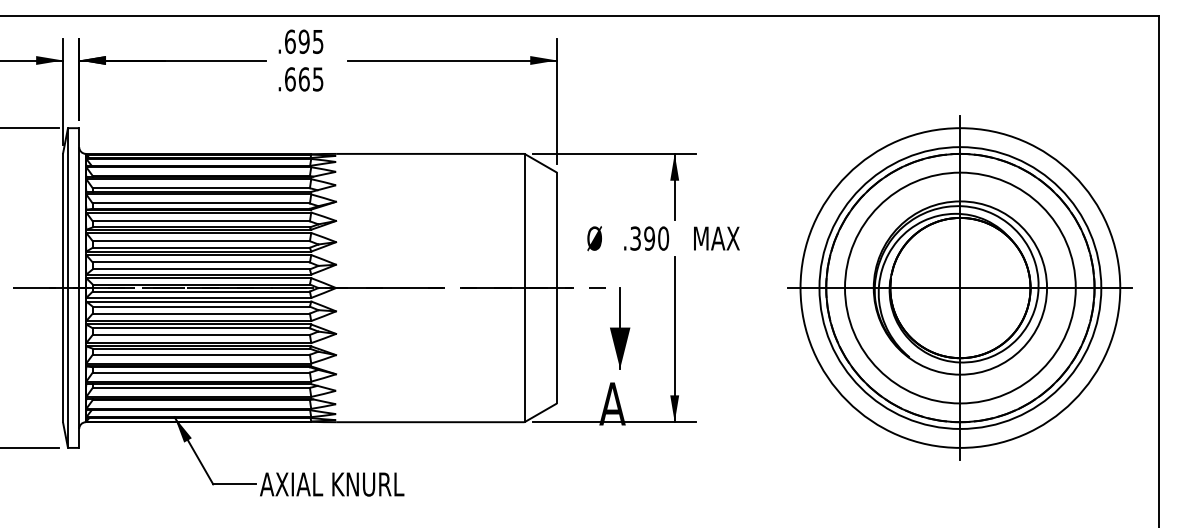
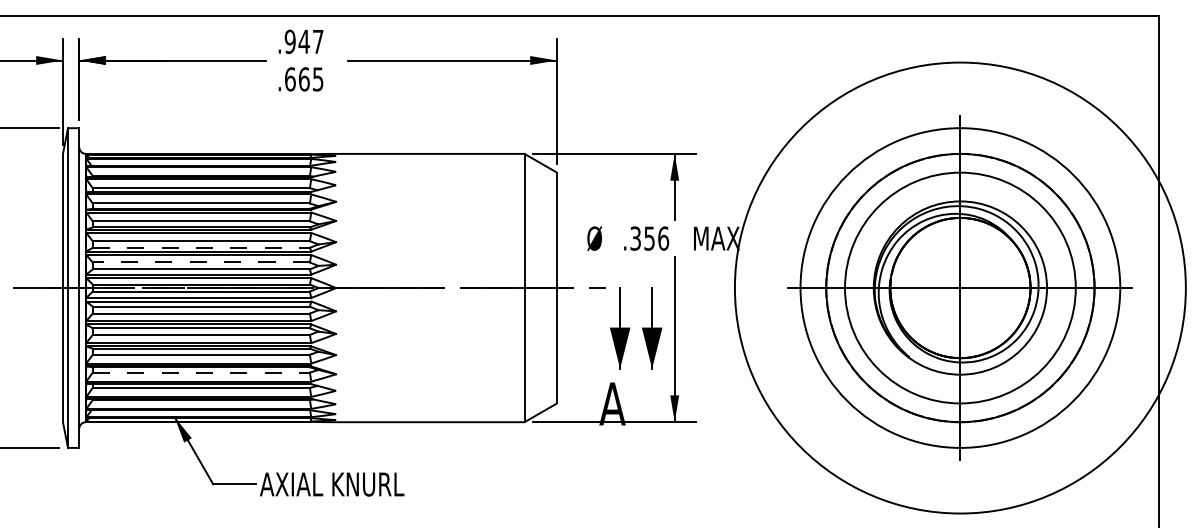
text at (303, 41): .695 -> .947
text at (656, 238): .390 -> .356
line at (201, 247): solid -> dashed
line at (201, 262): solid -> dashed
circle at (960, 287) diameter: 282 px -> 451 px
part at (652, 328): none -> present
line at (201, 372): solid -> dashed
